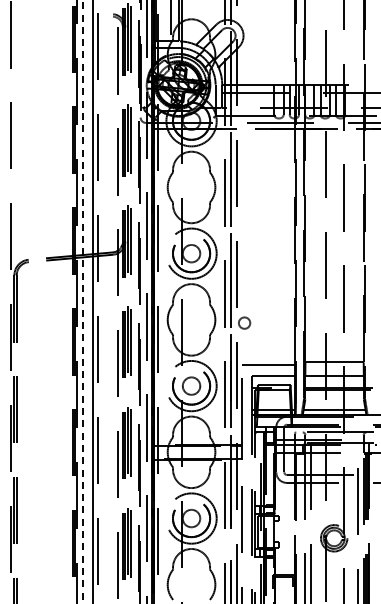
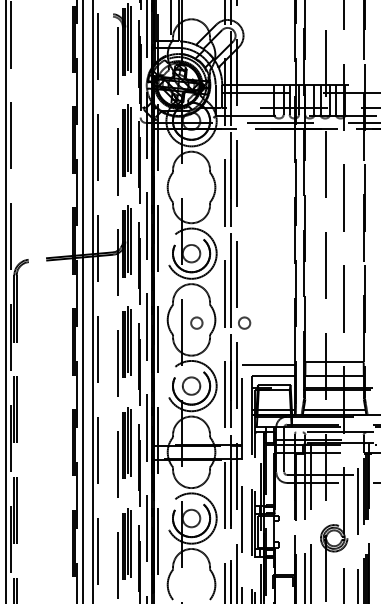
line at (6, 301): none -> present
line at (82, 302): dashed -> solid
circle at (196, 322): none -> present
